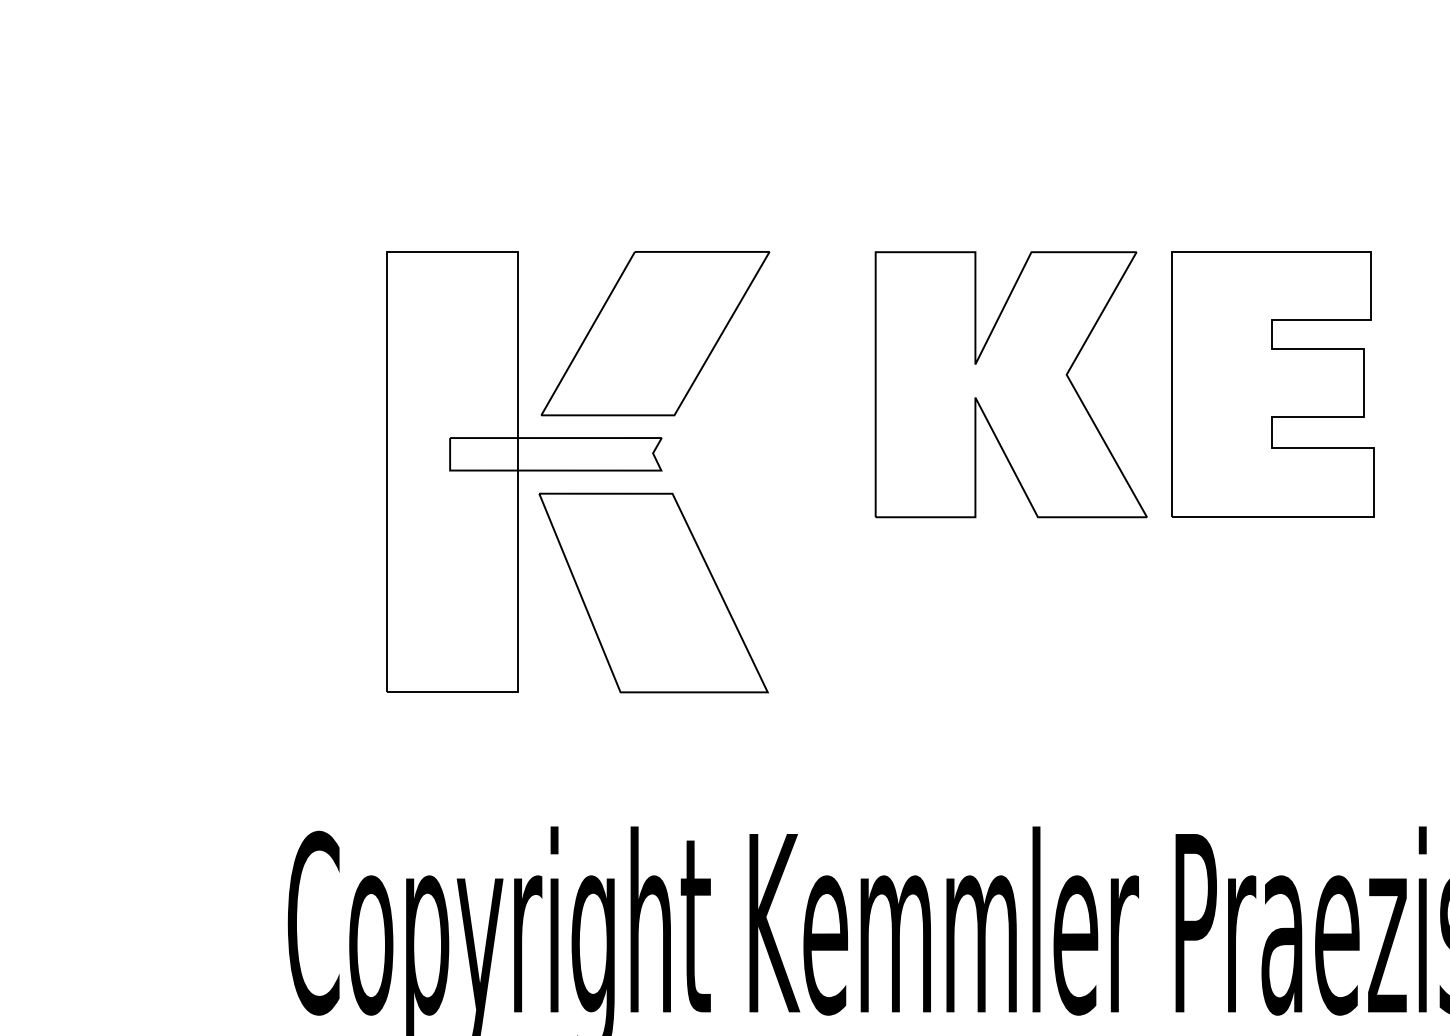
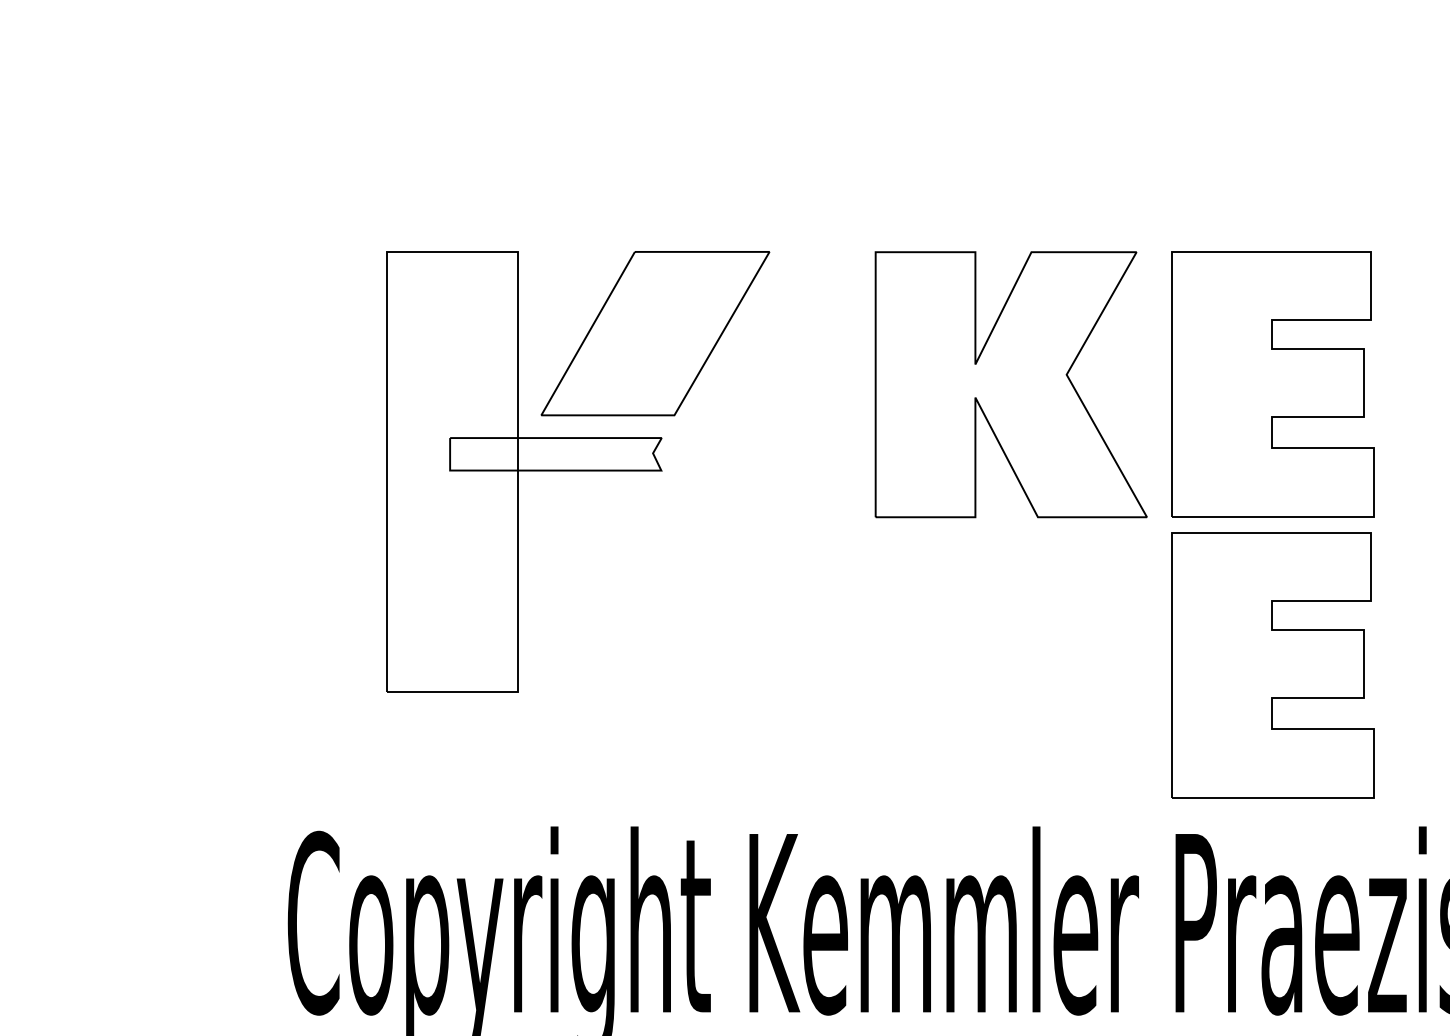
part at (653, 592): present -> none
part at (1272, 665): none -> present
